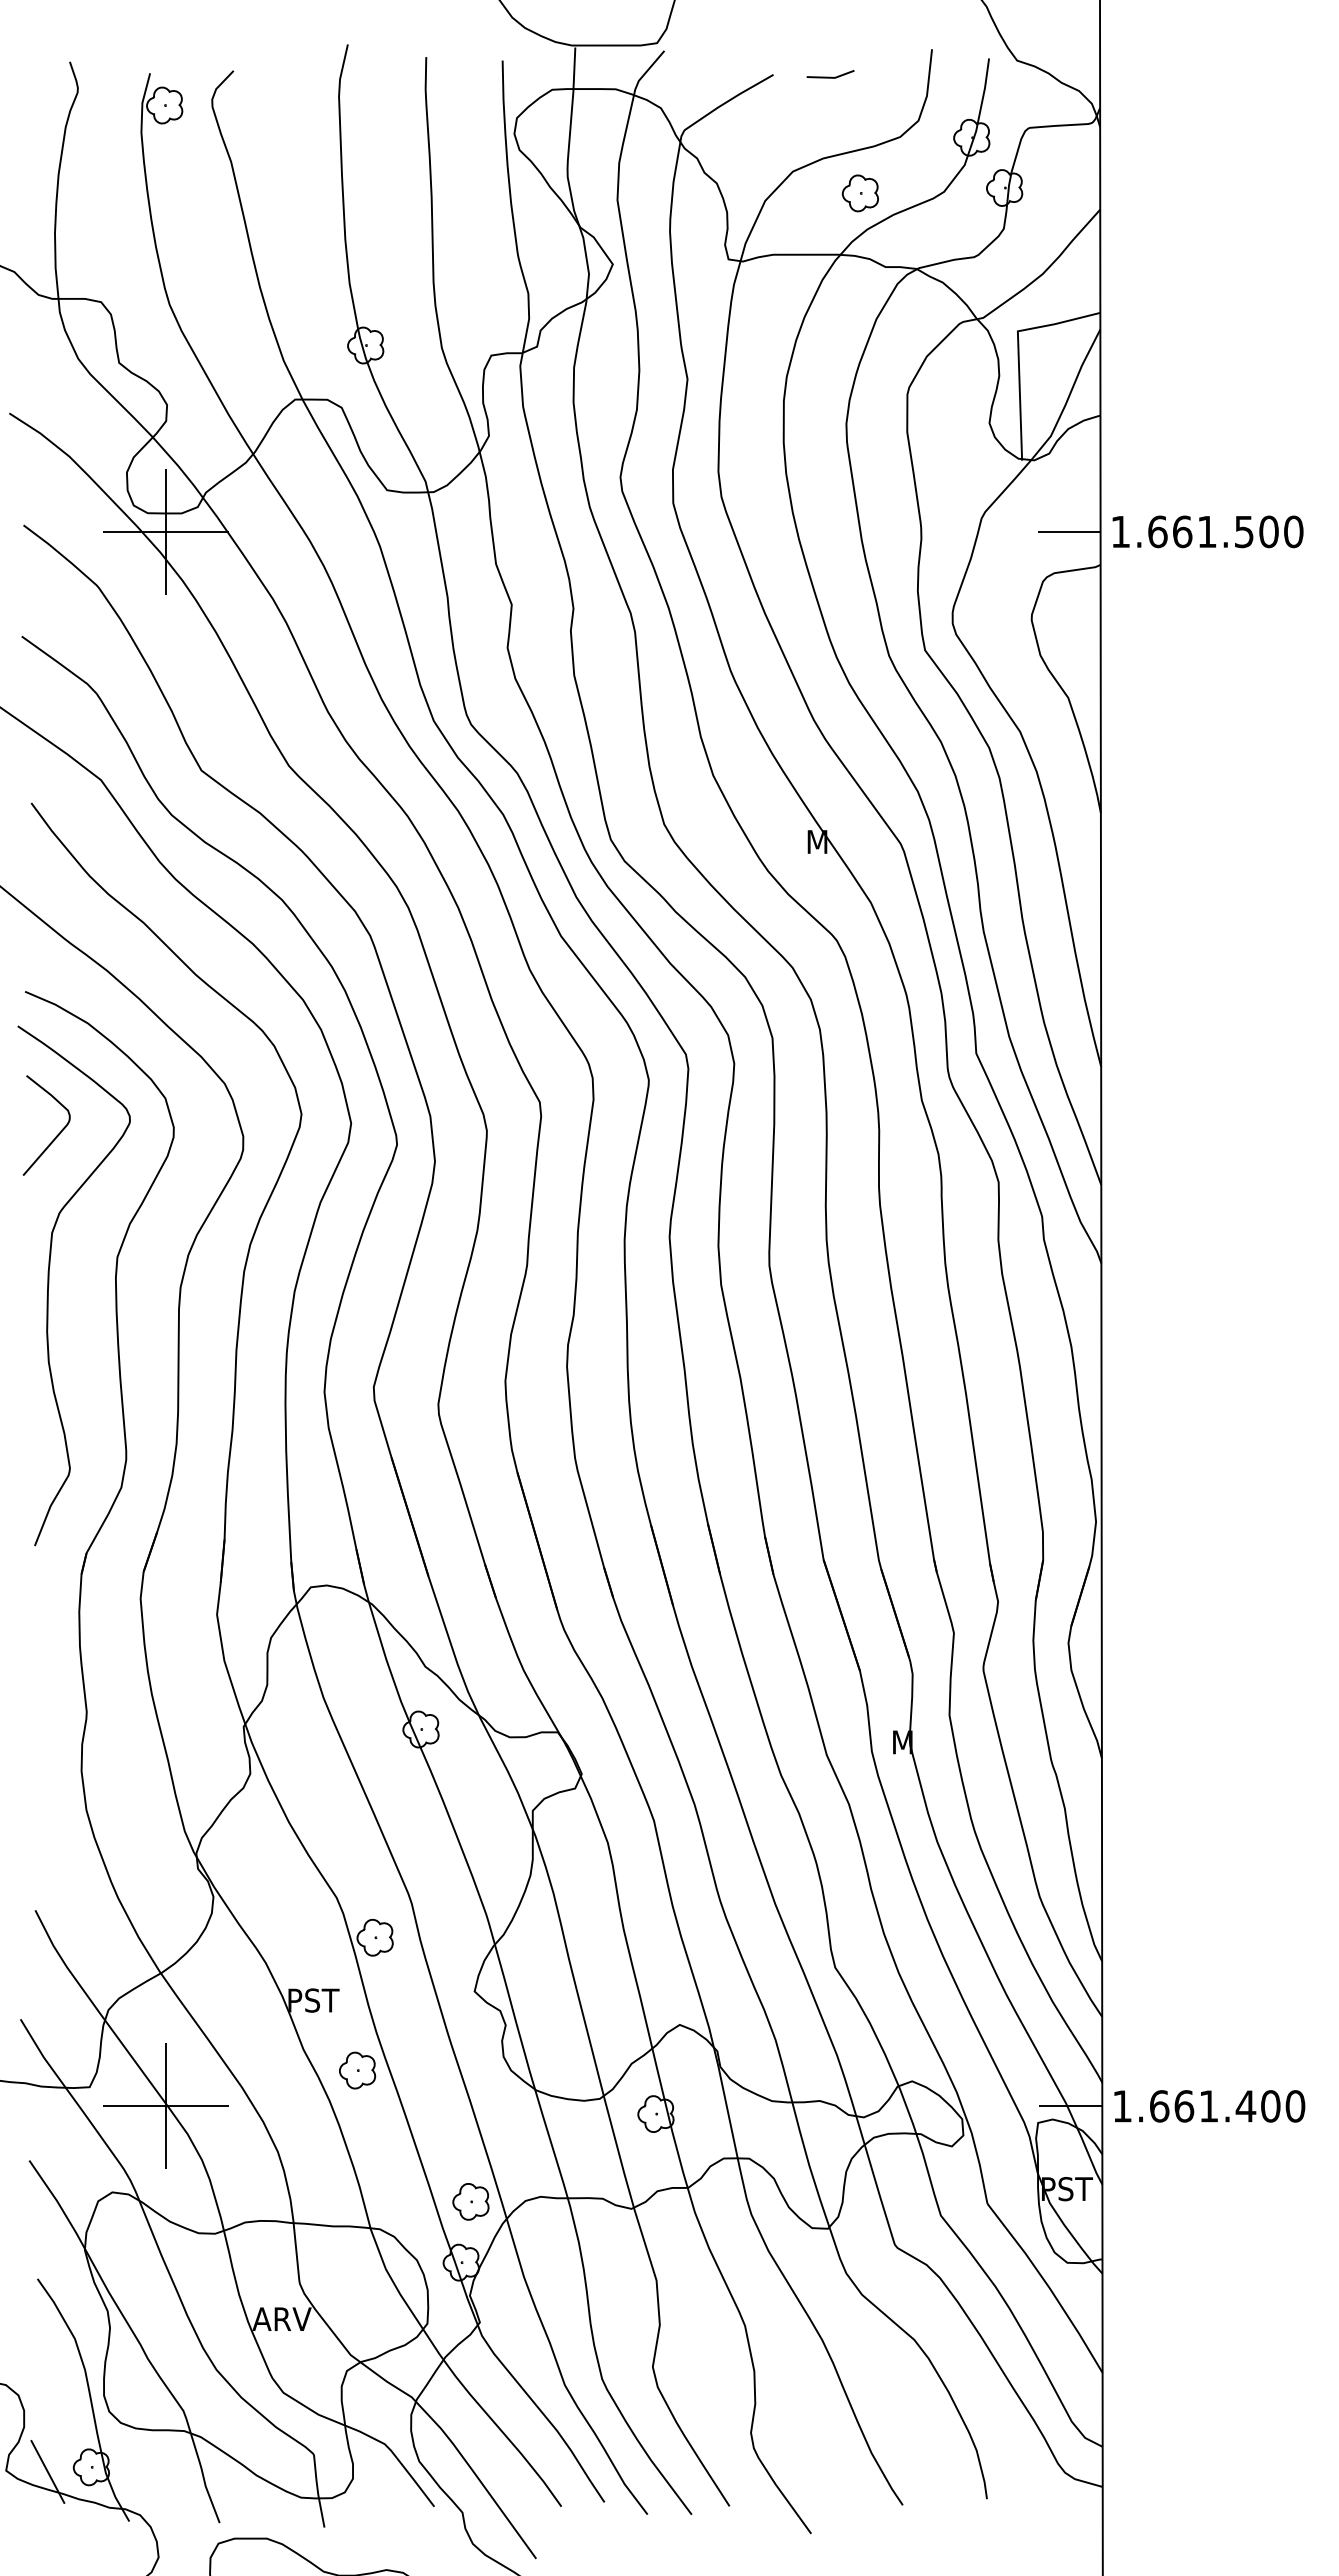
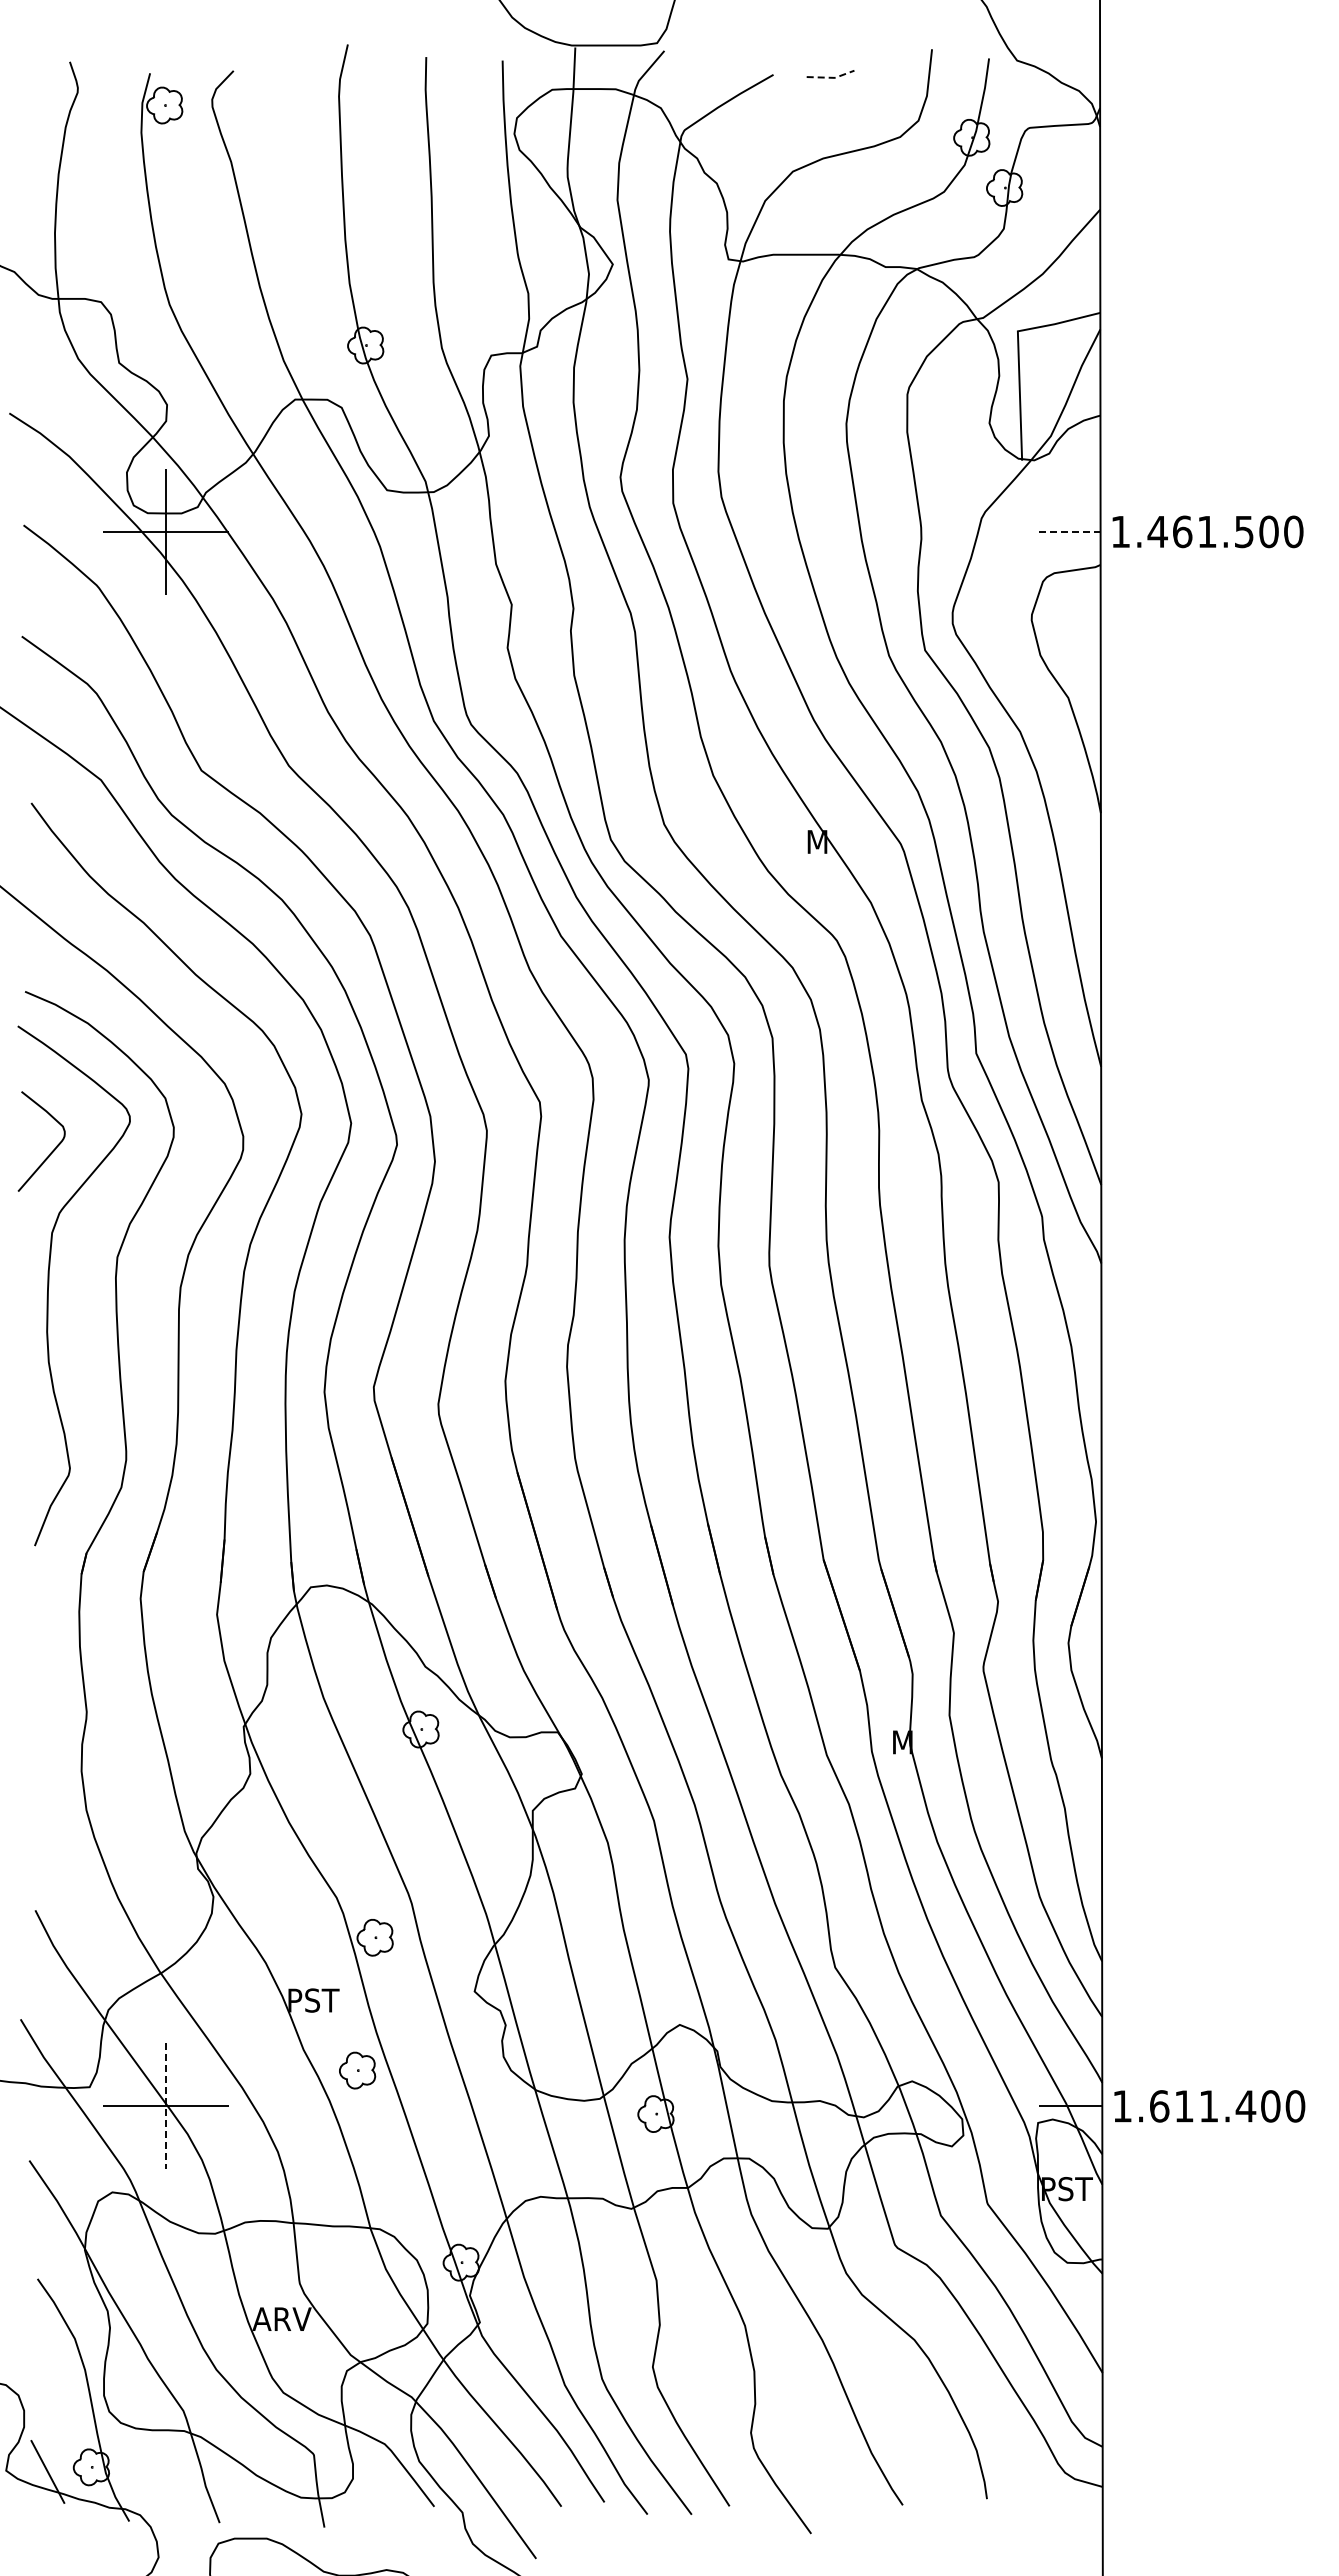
line at (832, 77): solid -> dashed
part at (859, 193): present -> none
line at (1068, 531): solid -> dashed
text at (1157, 531): 1.661.500 -> 1.461.500
curve at (56, 1135) position: (56, 1135) -> (51, 1151)
line at (165, 2106): solid -> dashed
text at (1184, 2106): 1.661.400 -> 1.611.400
part at (470, 2201): present -> none
